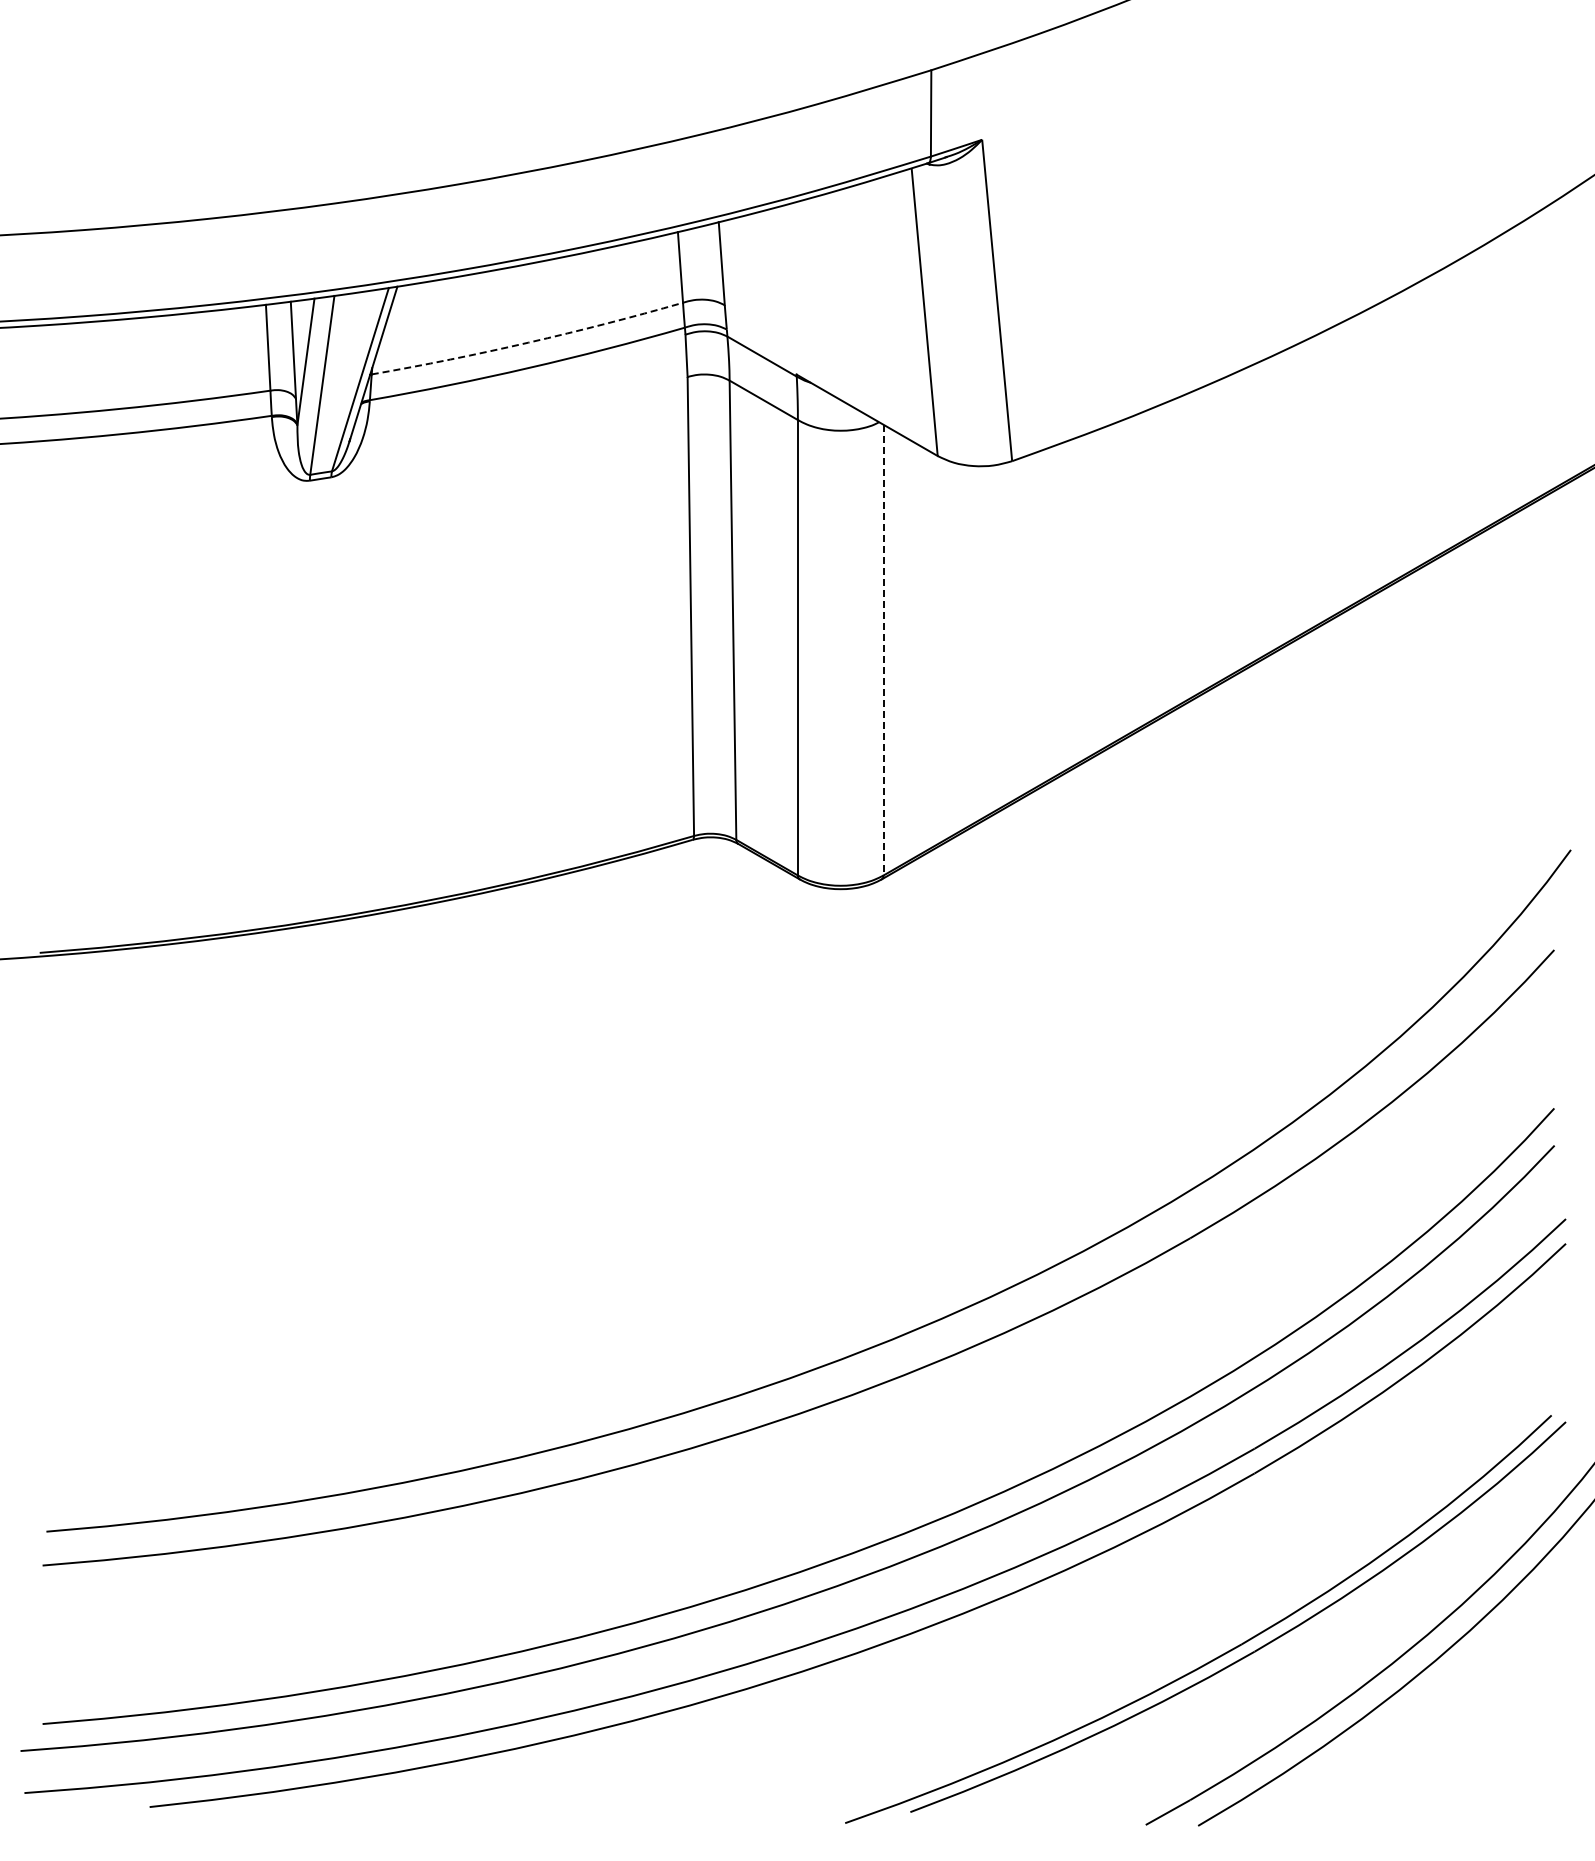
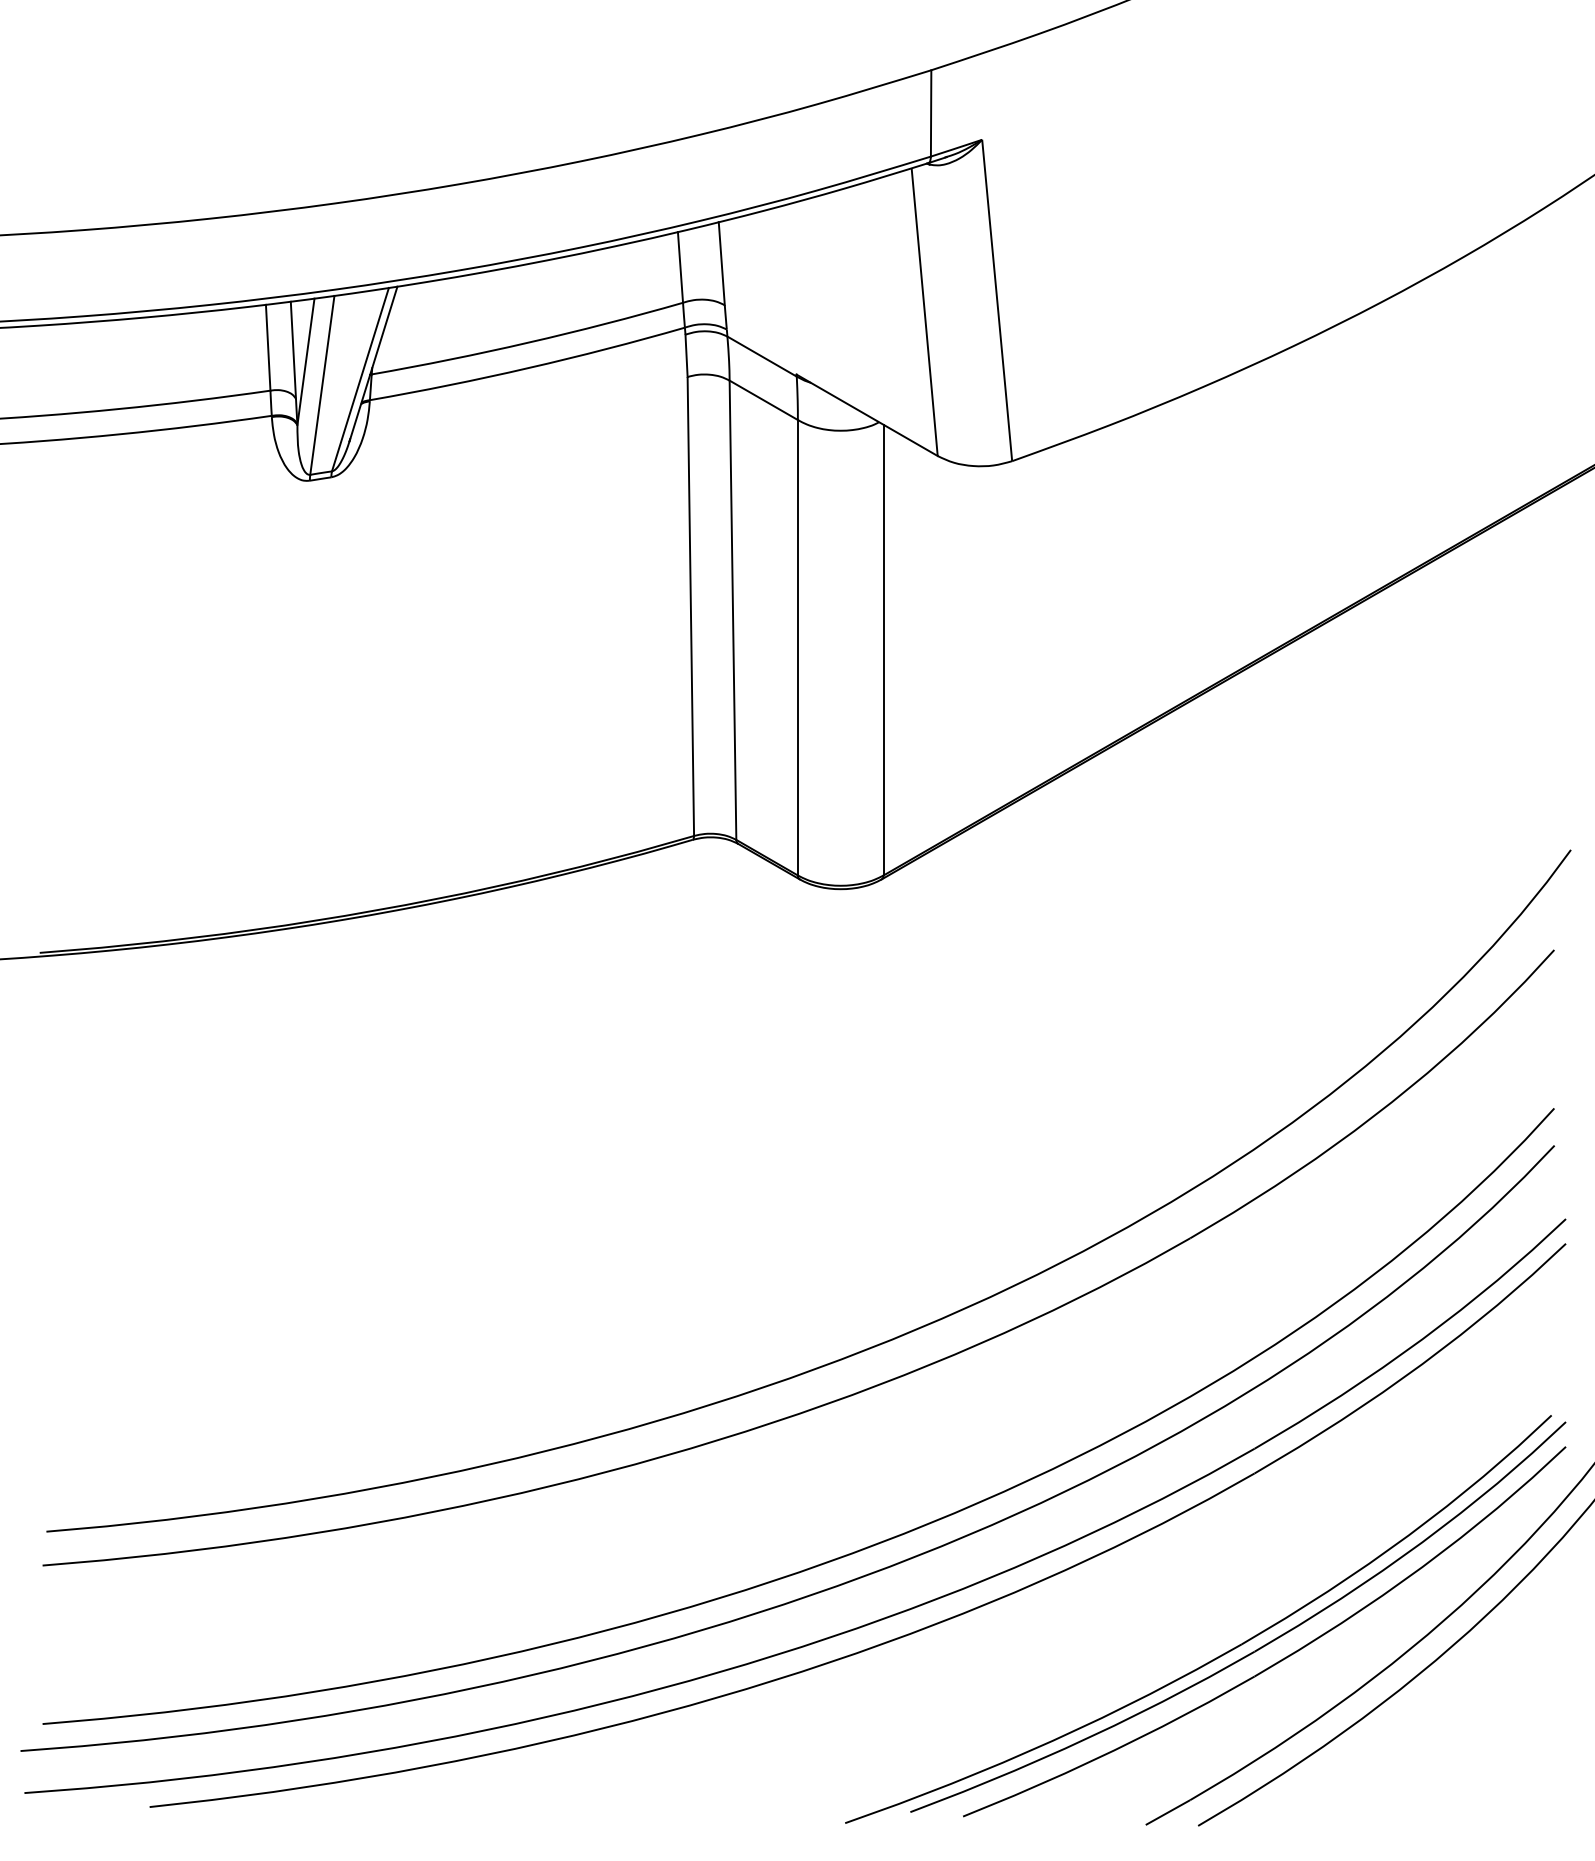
arc at (528, 342): dashed -> solid
line at (883, 650): dashed -> solid
part at (1282, 1658): none -> present
